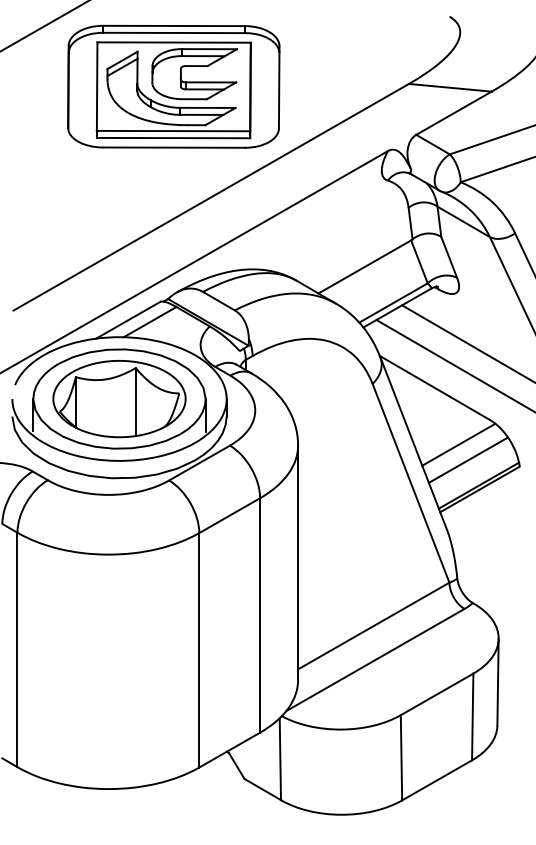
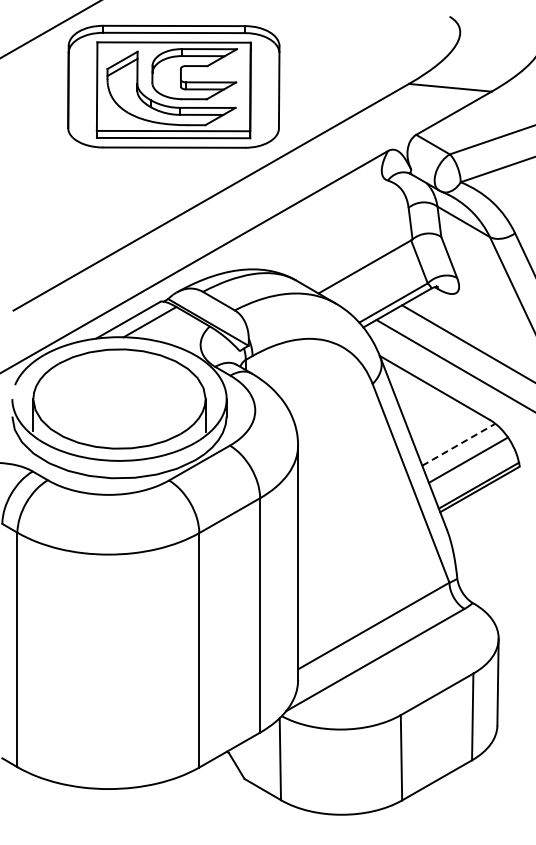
line at (44, 26) position: (44, 26) -> (50, 29)
part at (119, 399): present -> none
line at (459, 444): solid -> dashed
